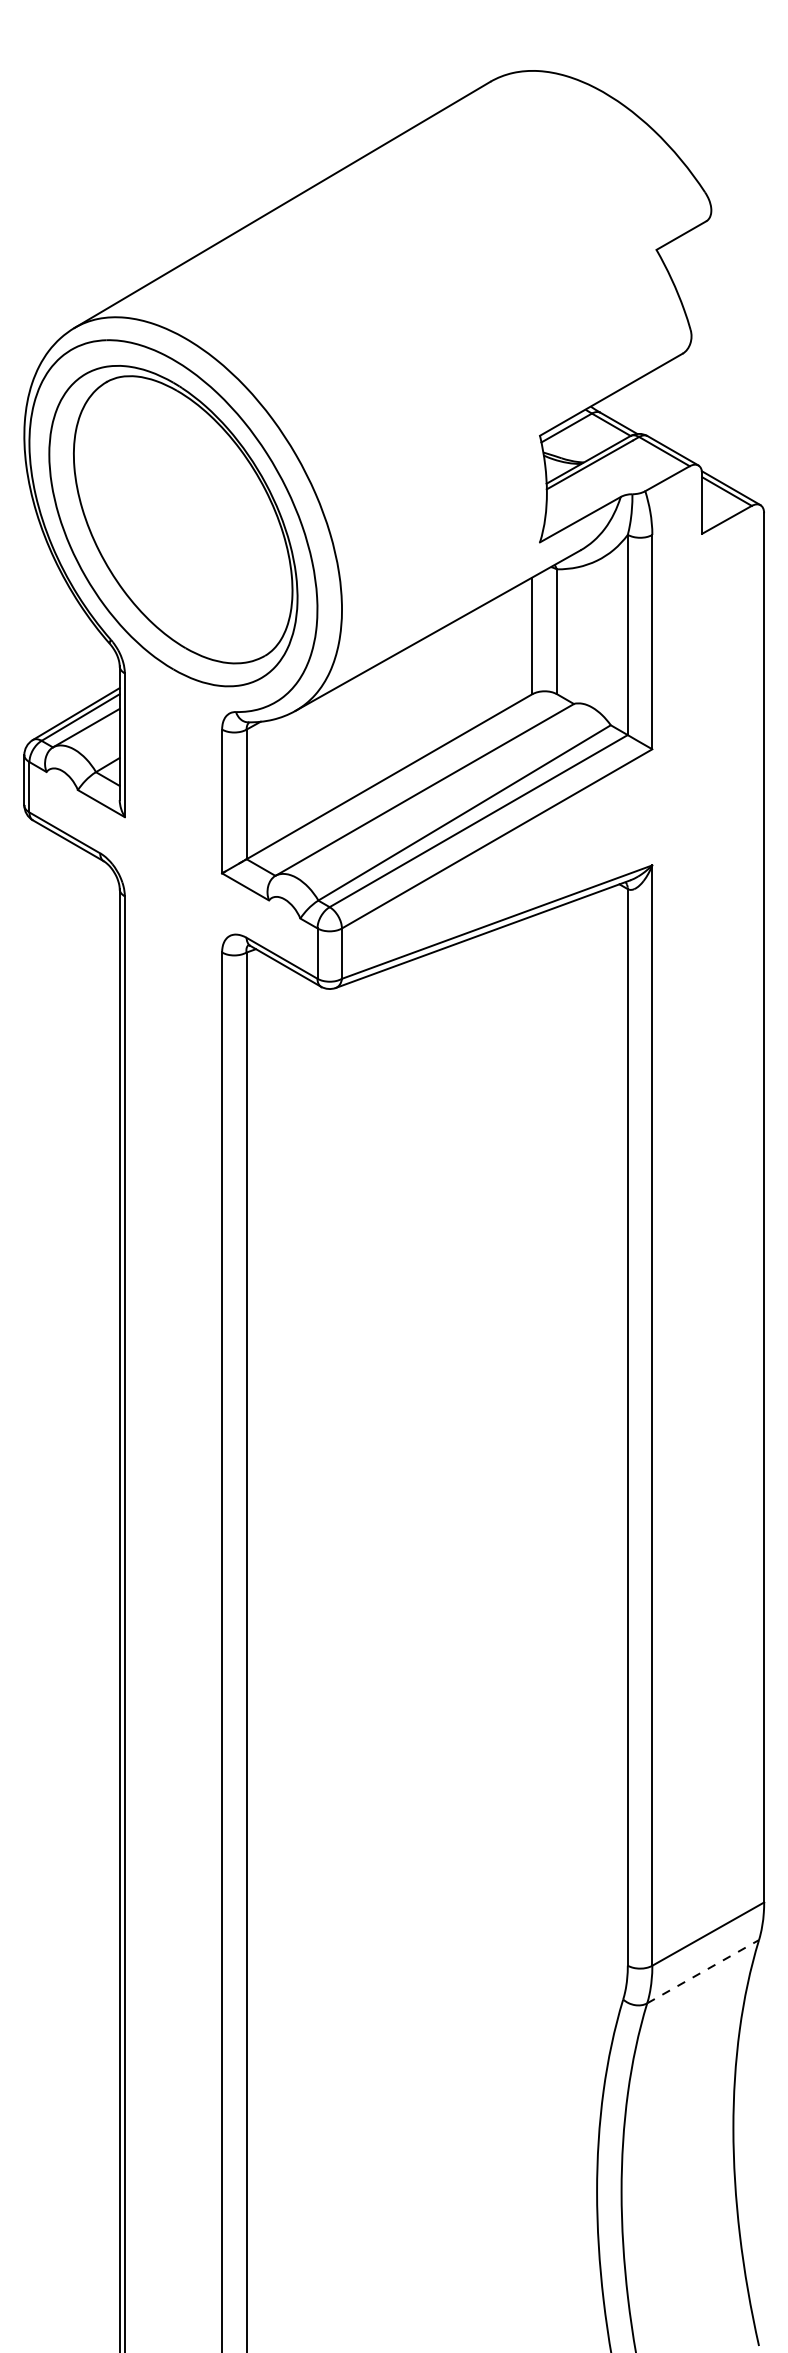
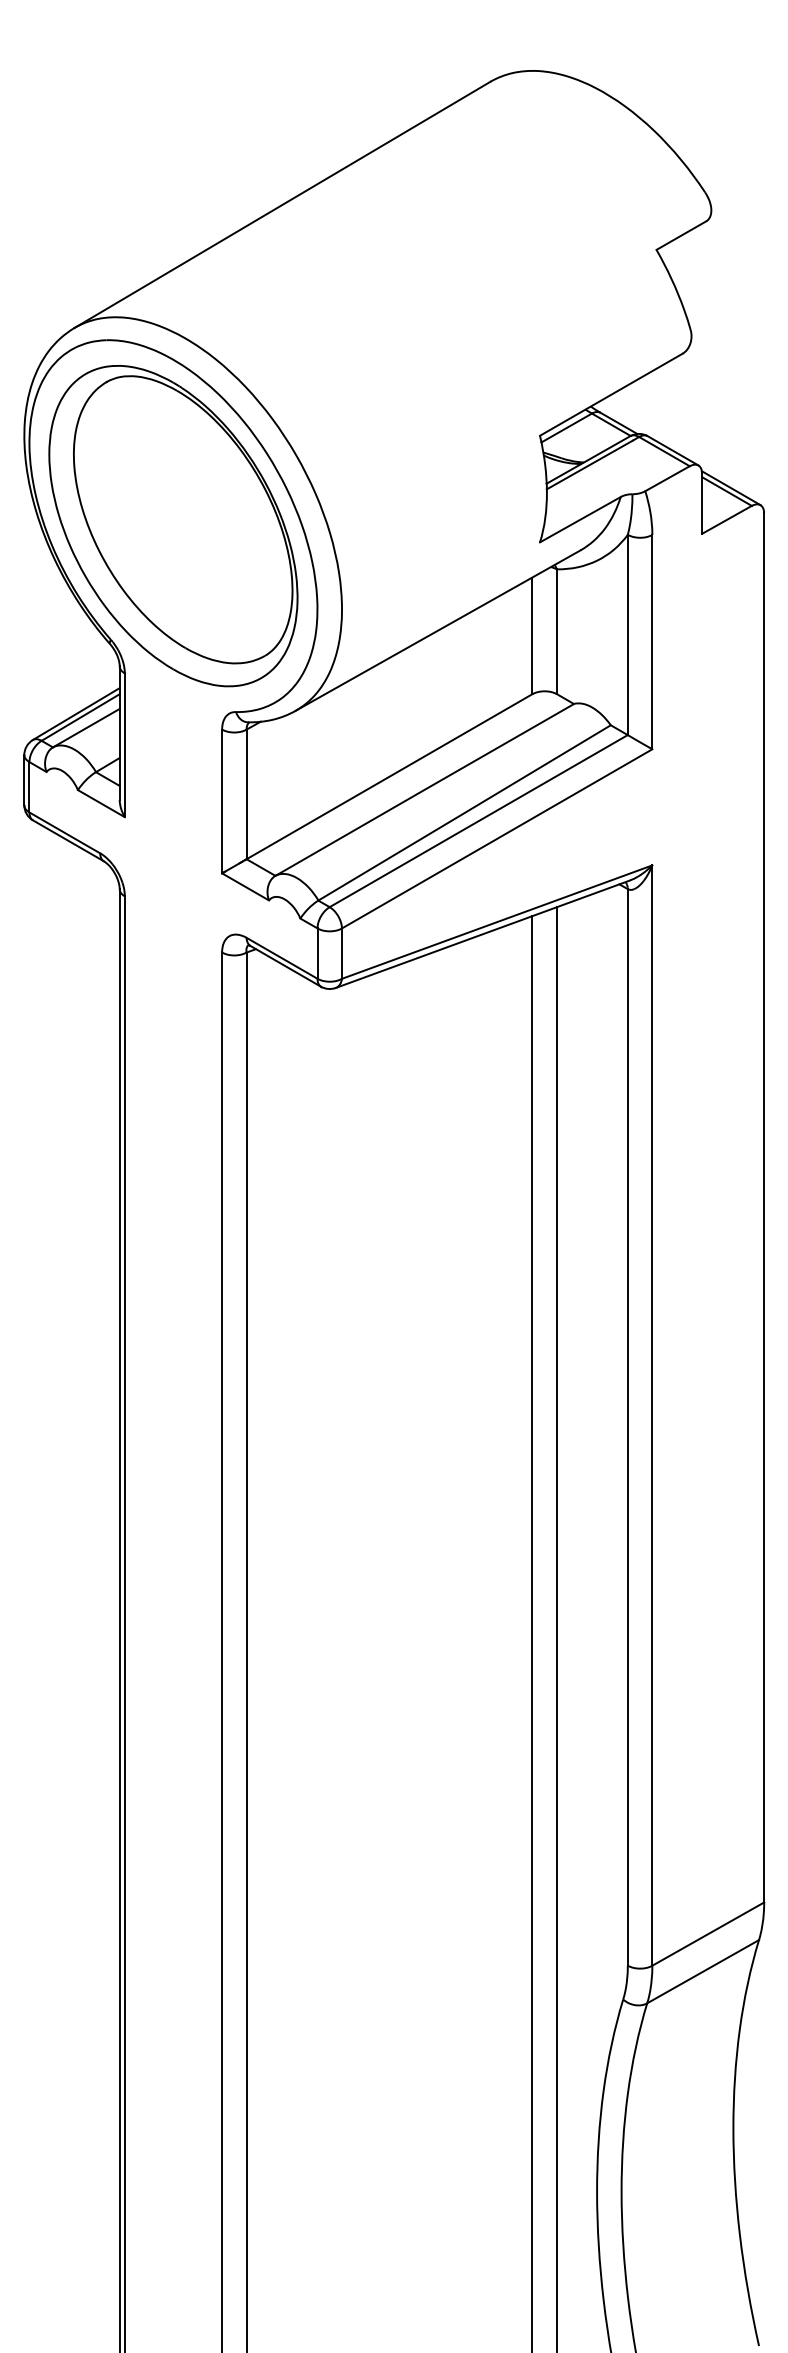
line at (556, 1628): none -> present
line at (532, 1632): none -> present
line at (703, 1971): dashed -> solid
